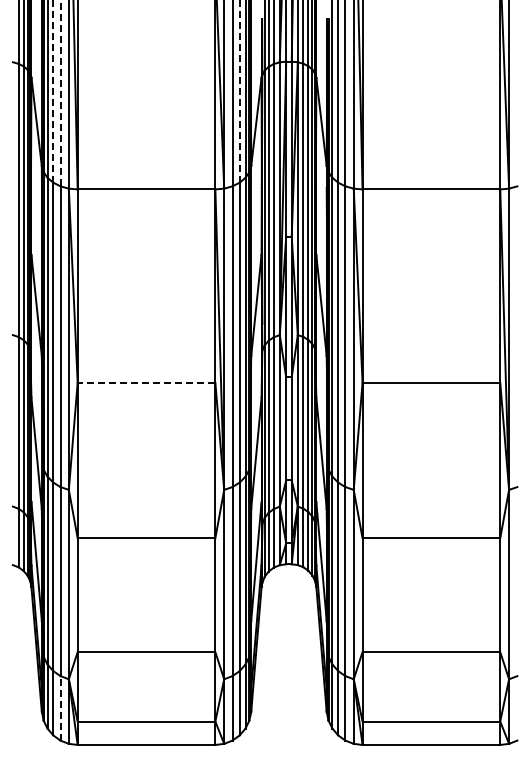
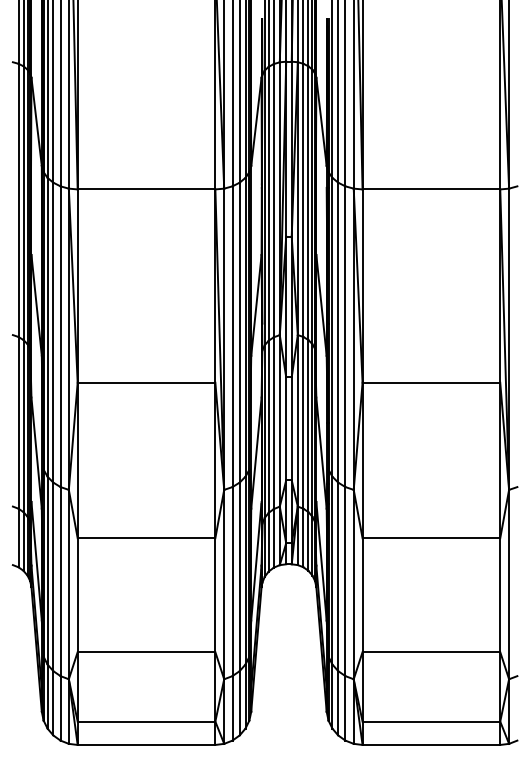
line at (53, 91): dashed -> solid
line at (239, 91): dashed -> solid
line at (60, 93): dashed -> solid
line at (146, 382): dashed -> solid
line at (60, 707): dashed -> solid
